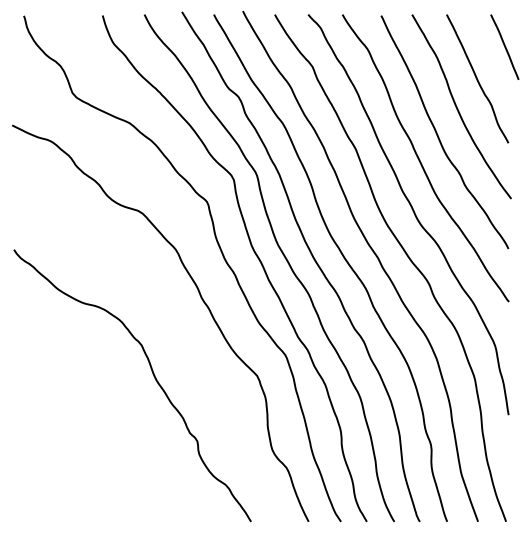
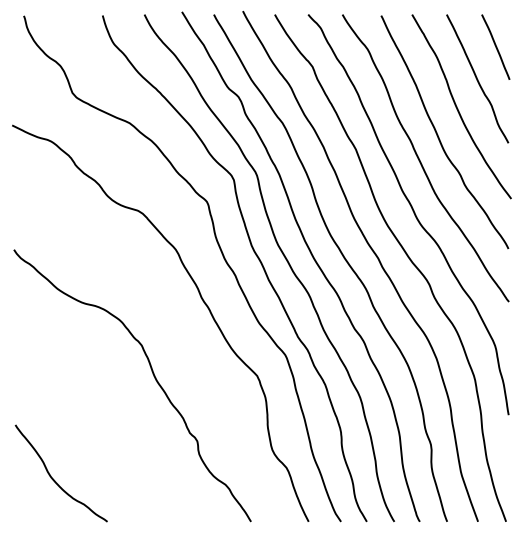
line at (504, 46) position: (504, 46) -> (495, 46)
curve at (54, 479): none -> present
